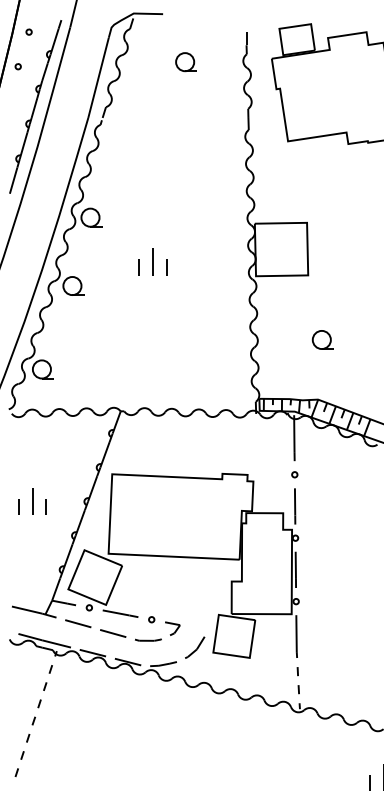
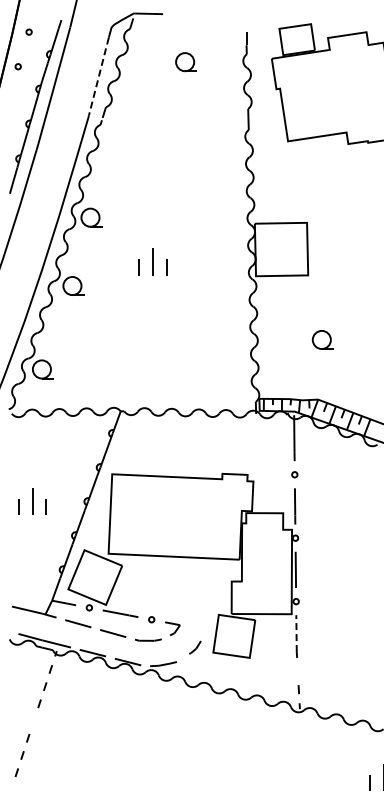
line at (98, 78): solid -> dashed
line at (296, 633): solid -> dashed
part at (195, 647) size: 21x23 px -> 13x15 px
line at (297, 671): present -> none
line at (33, 720): present -> none
